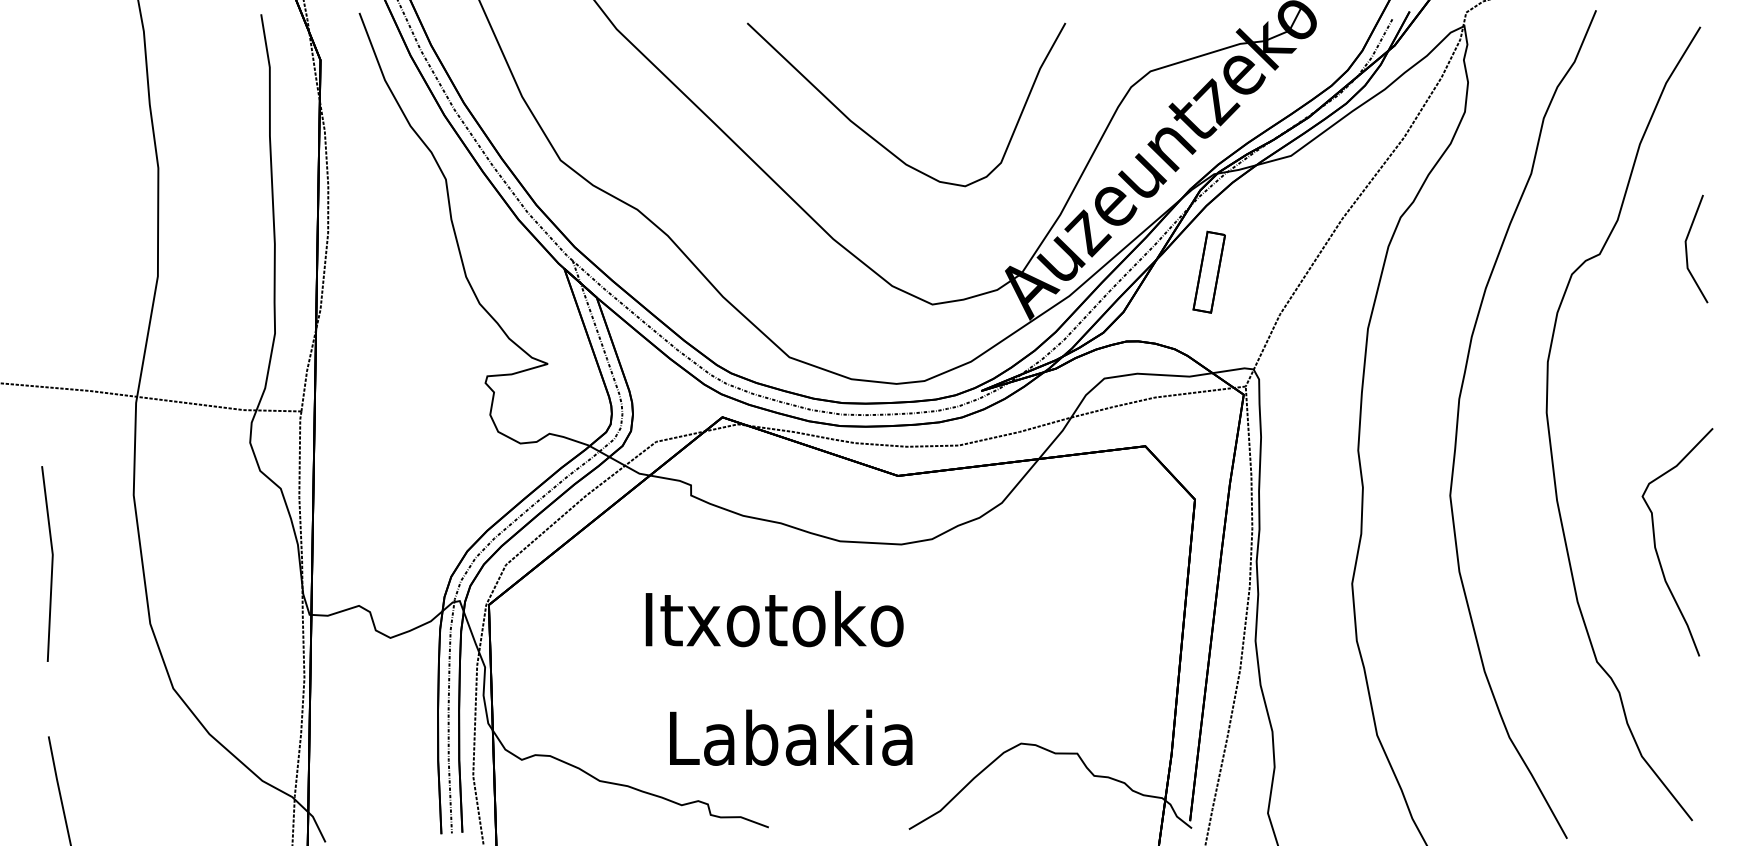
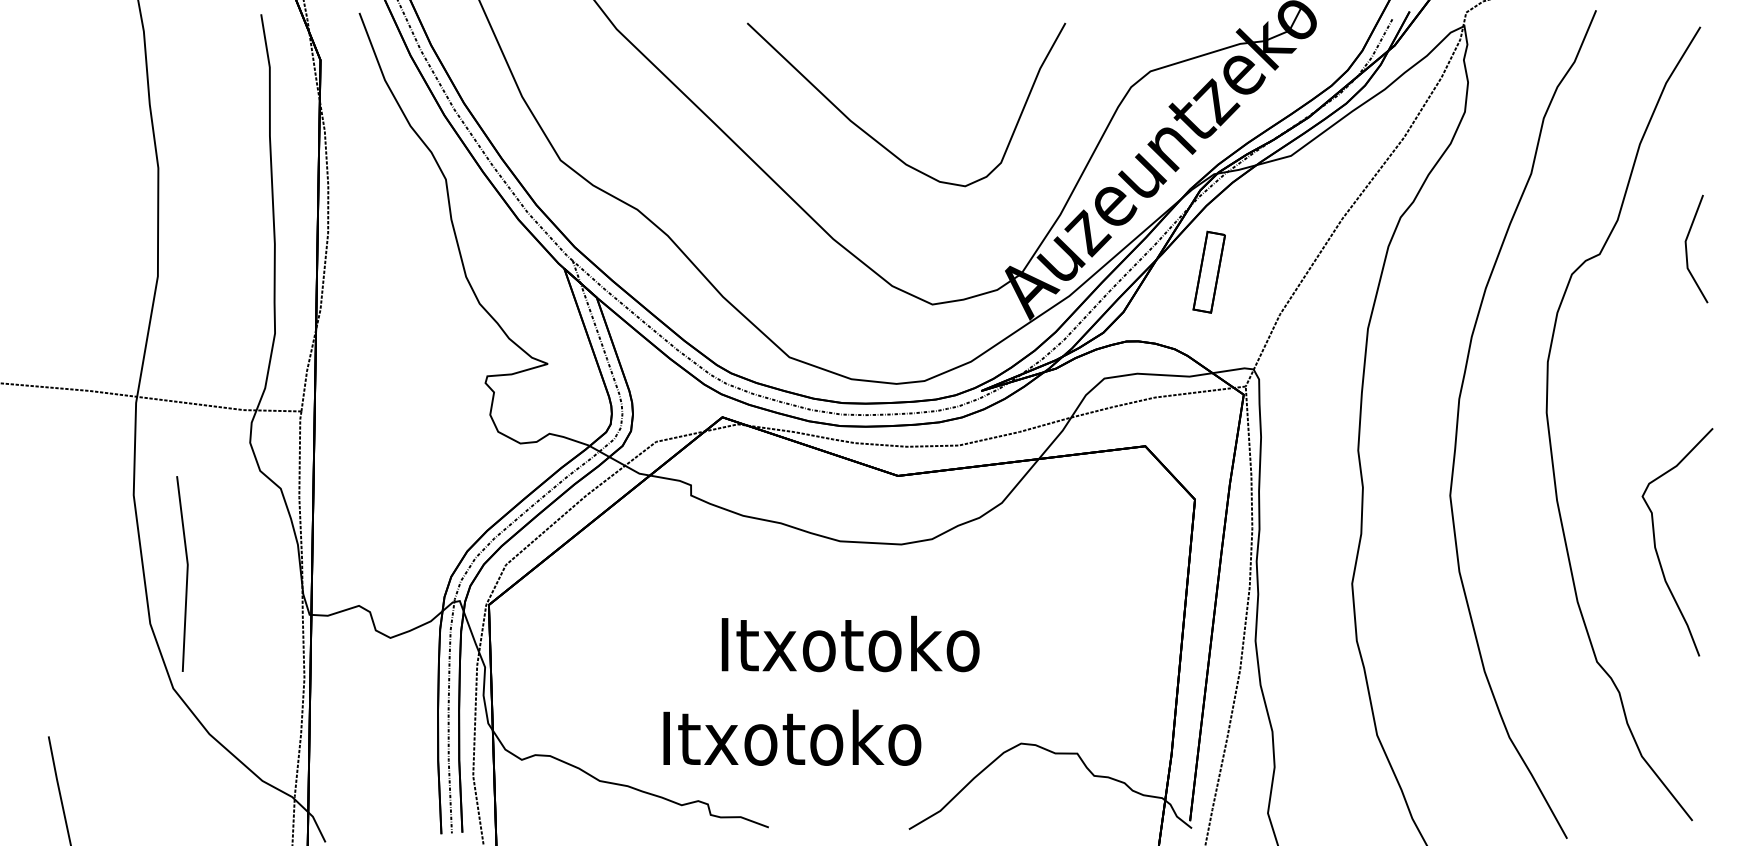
line at (51, 563) position: (51, 563) -> (186, 573)
text at (774, 618) position: (774, 618) -> (850, 643)
text at (792, 737): Labakia -> Itxotoko
